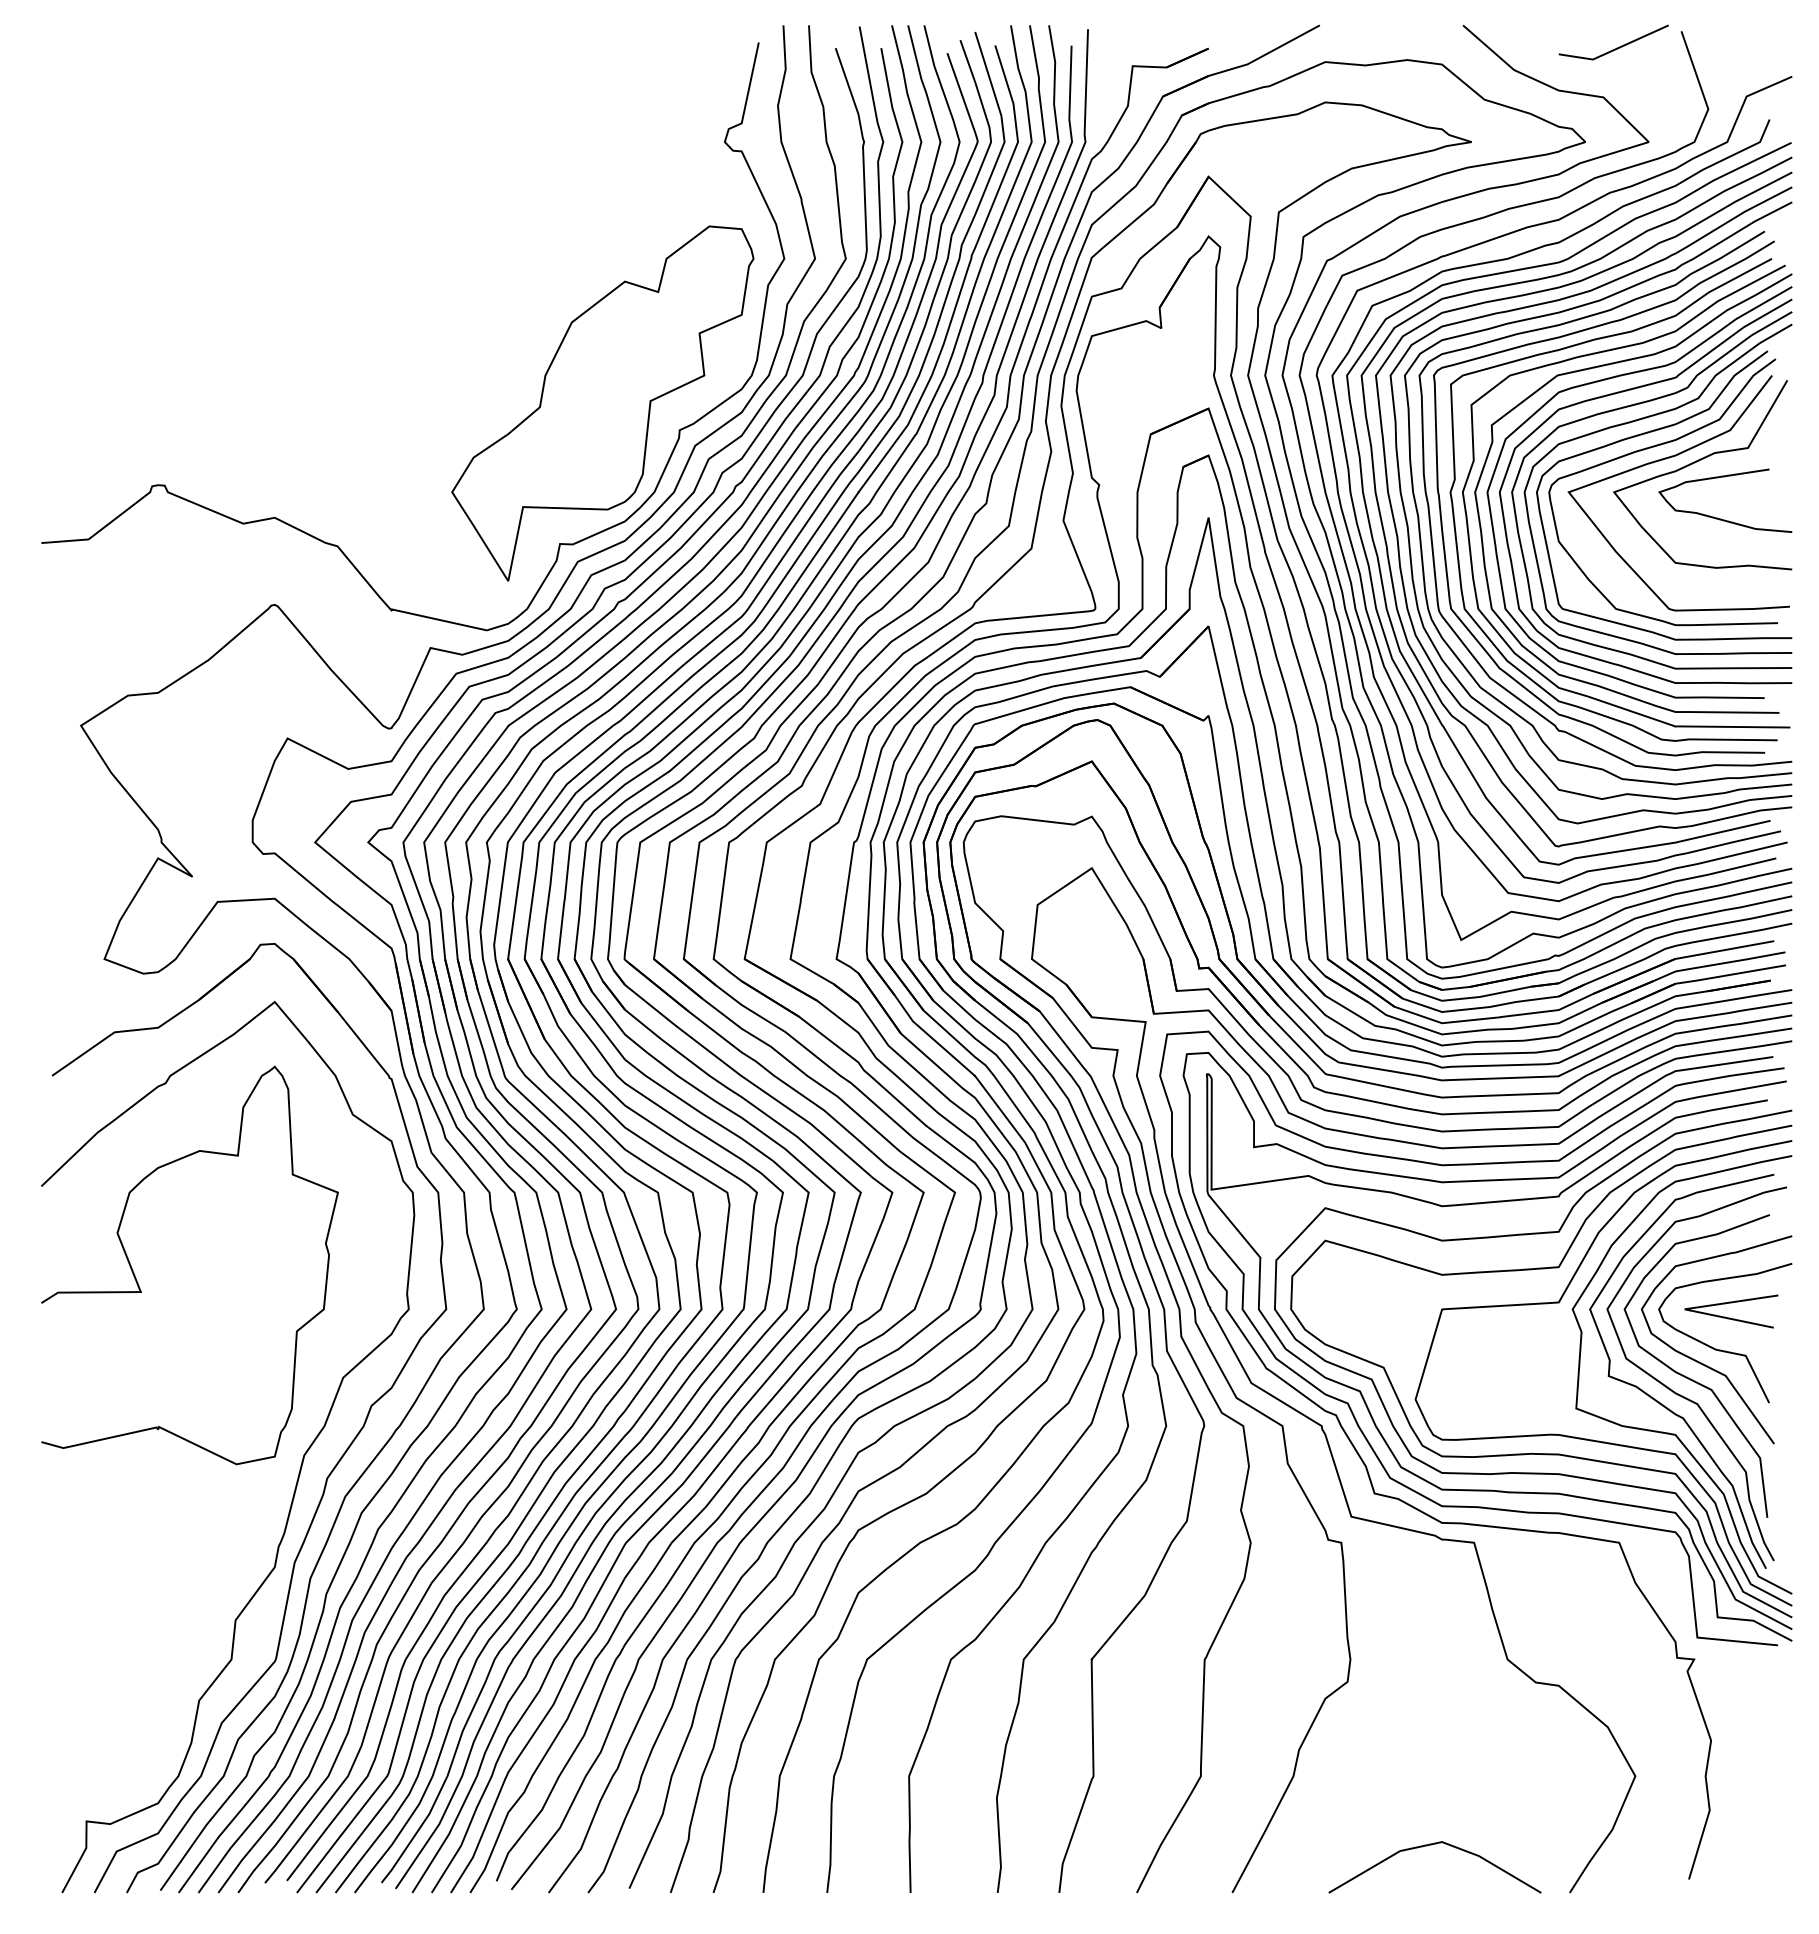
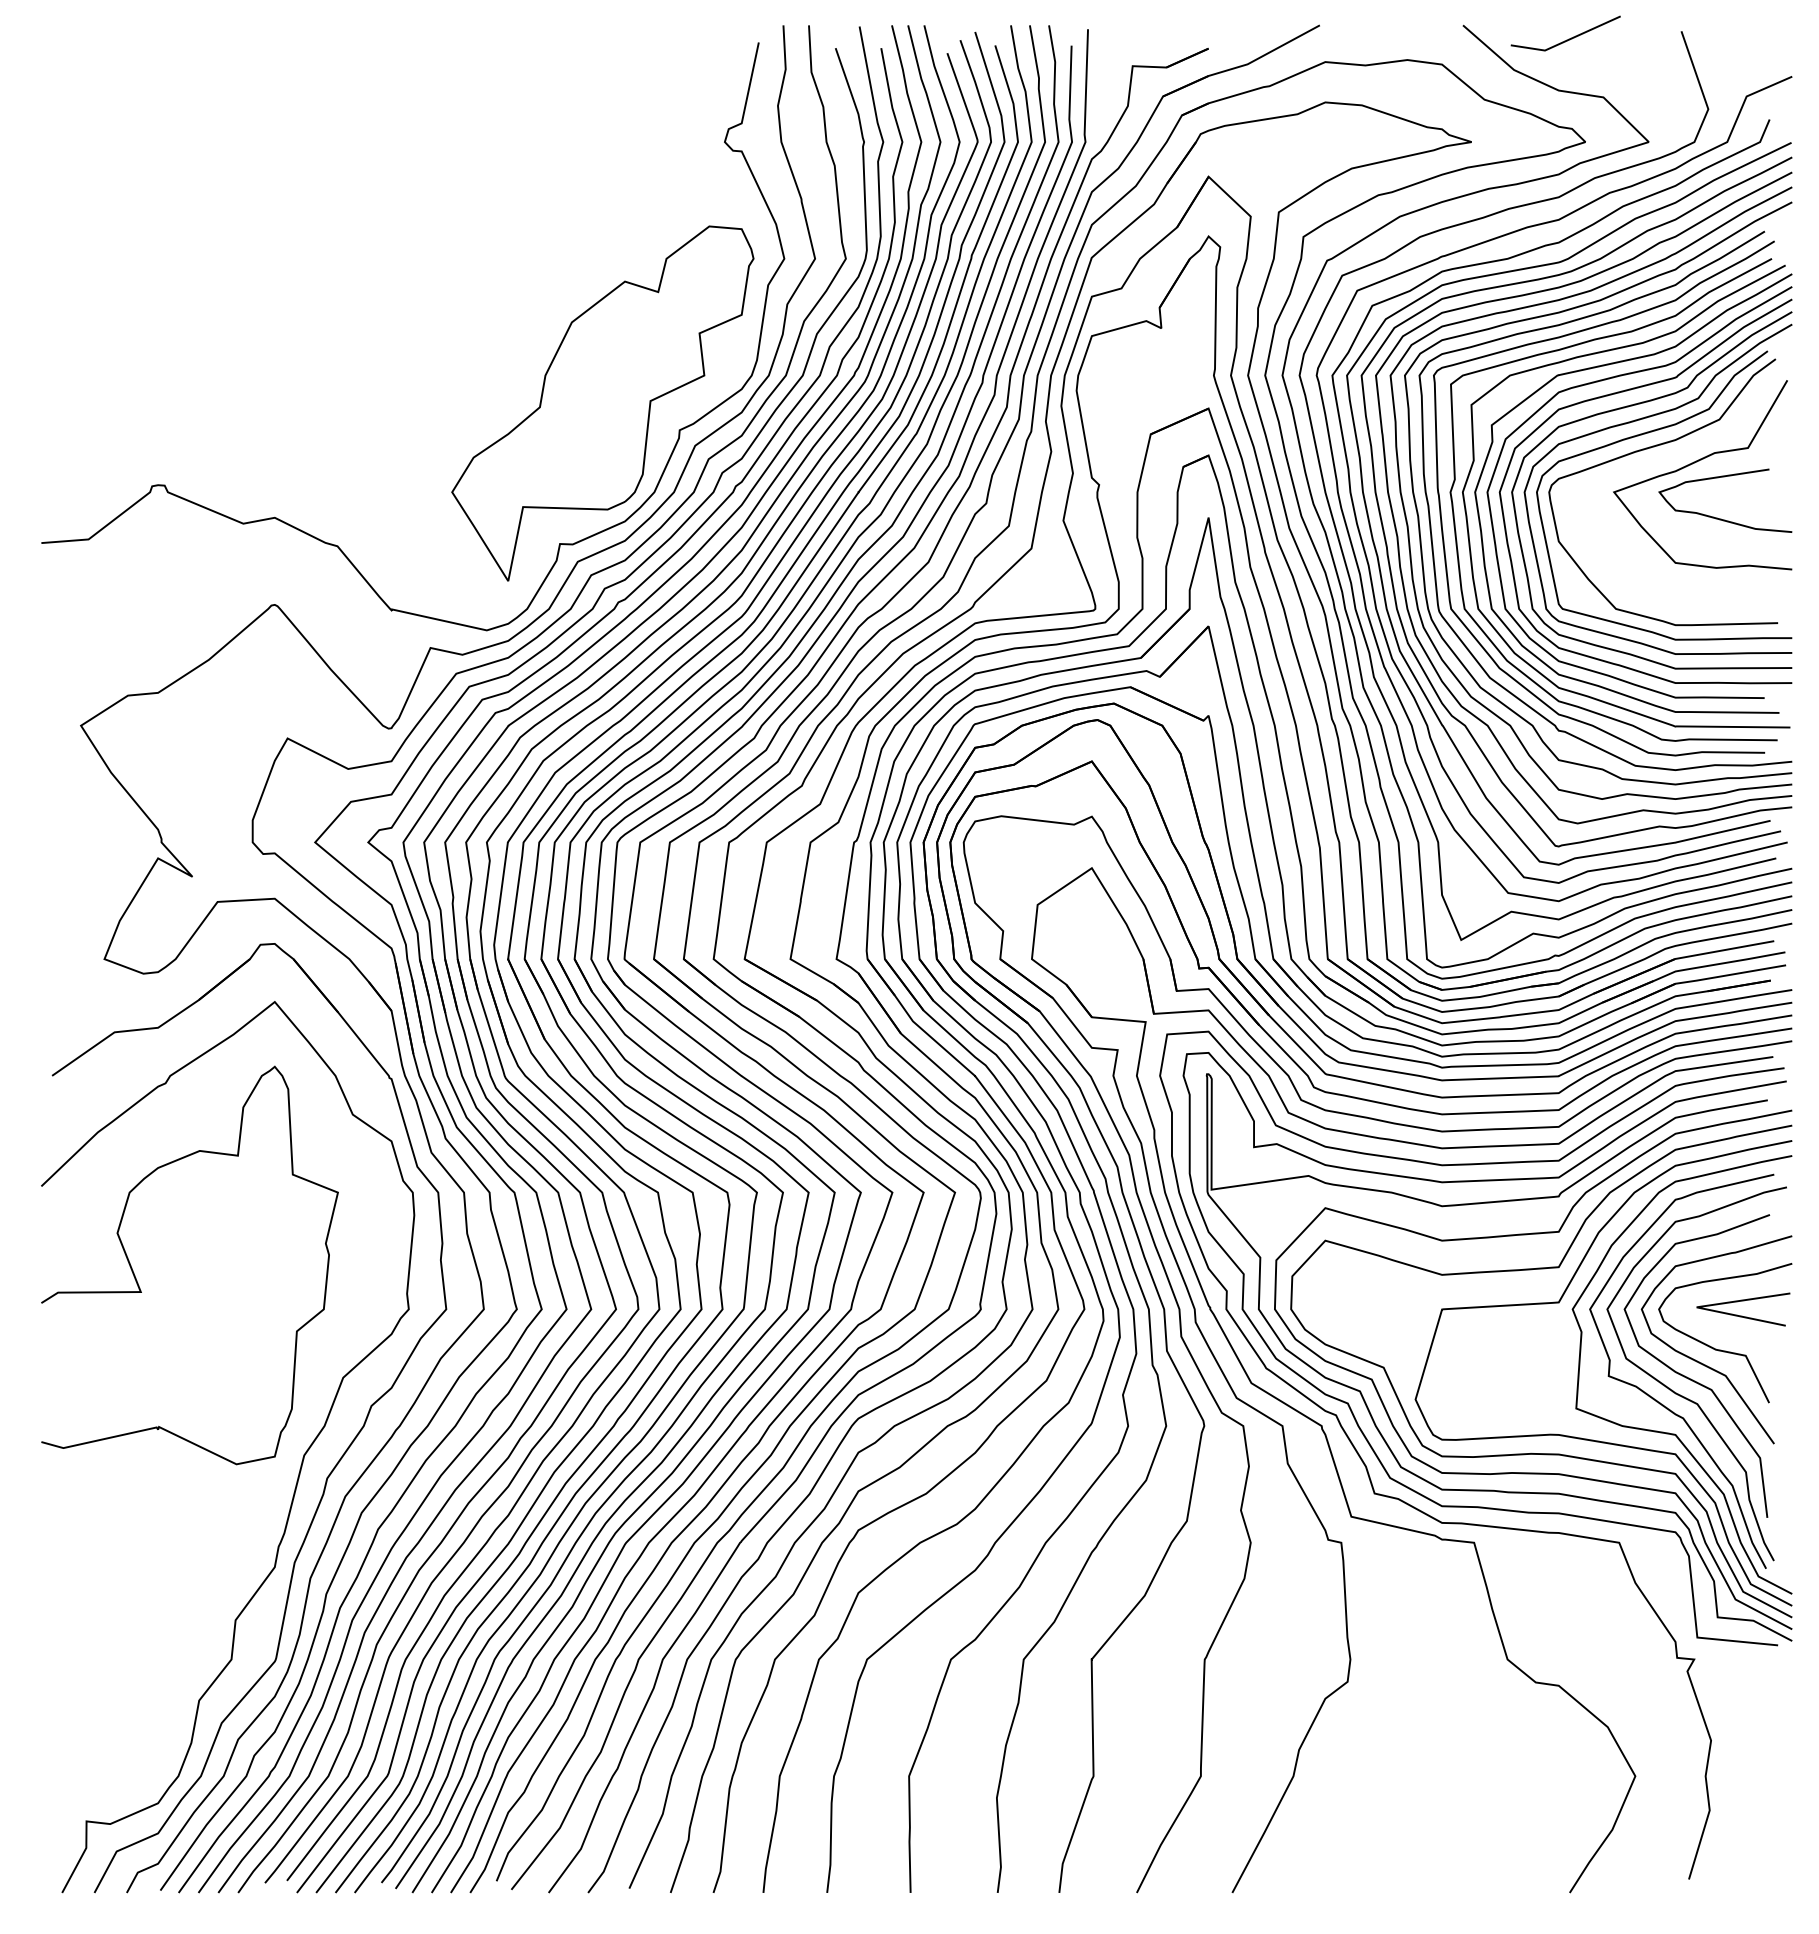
line at (1616, 47) position: (1616, 47) -> (1568, 38)
curve at (1666, 459): present -> none
line at (1730, 1317) position: (1730, 1317) -> (1742, 1315)
line at (1427, 1846): present -> none
